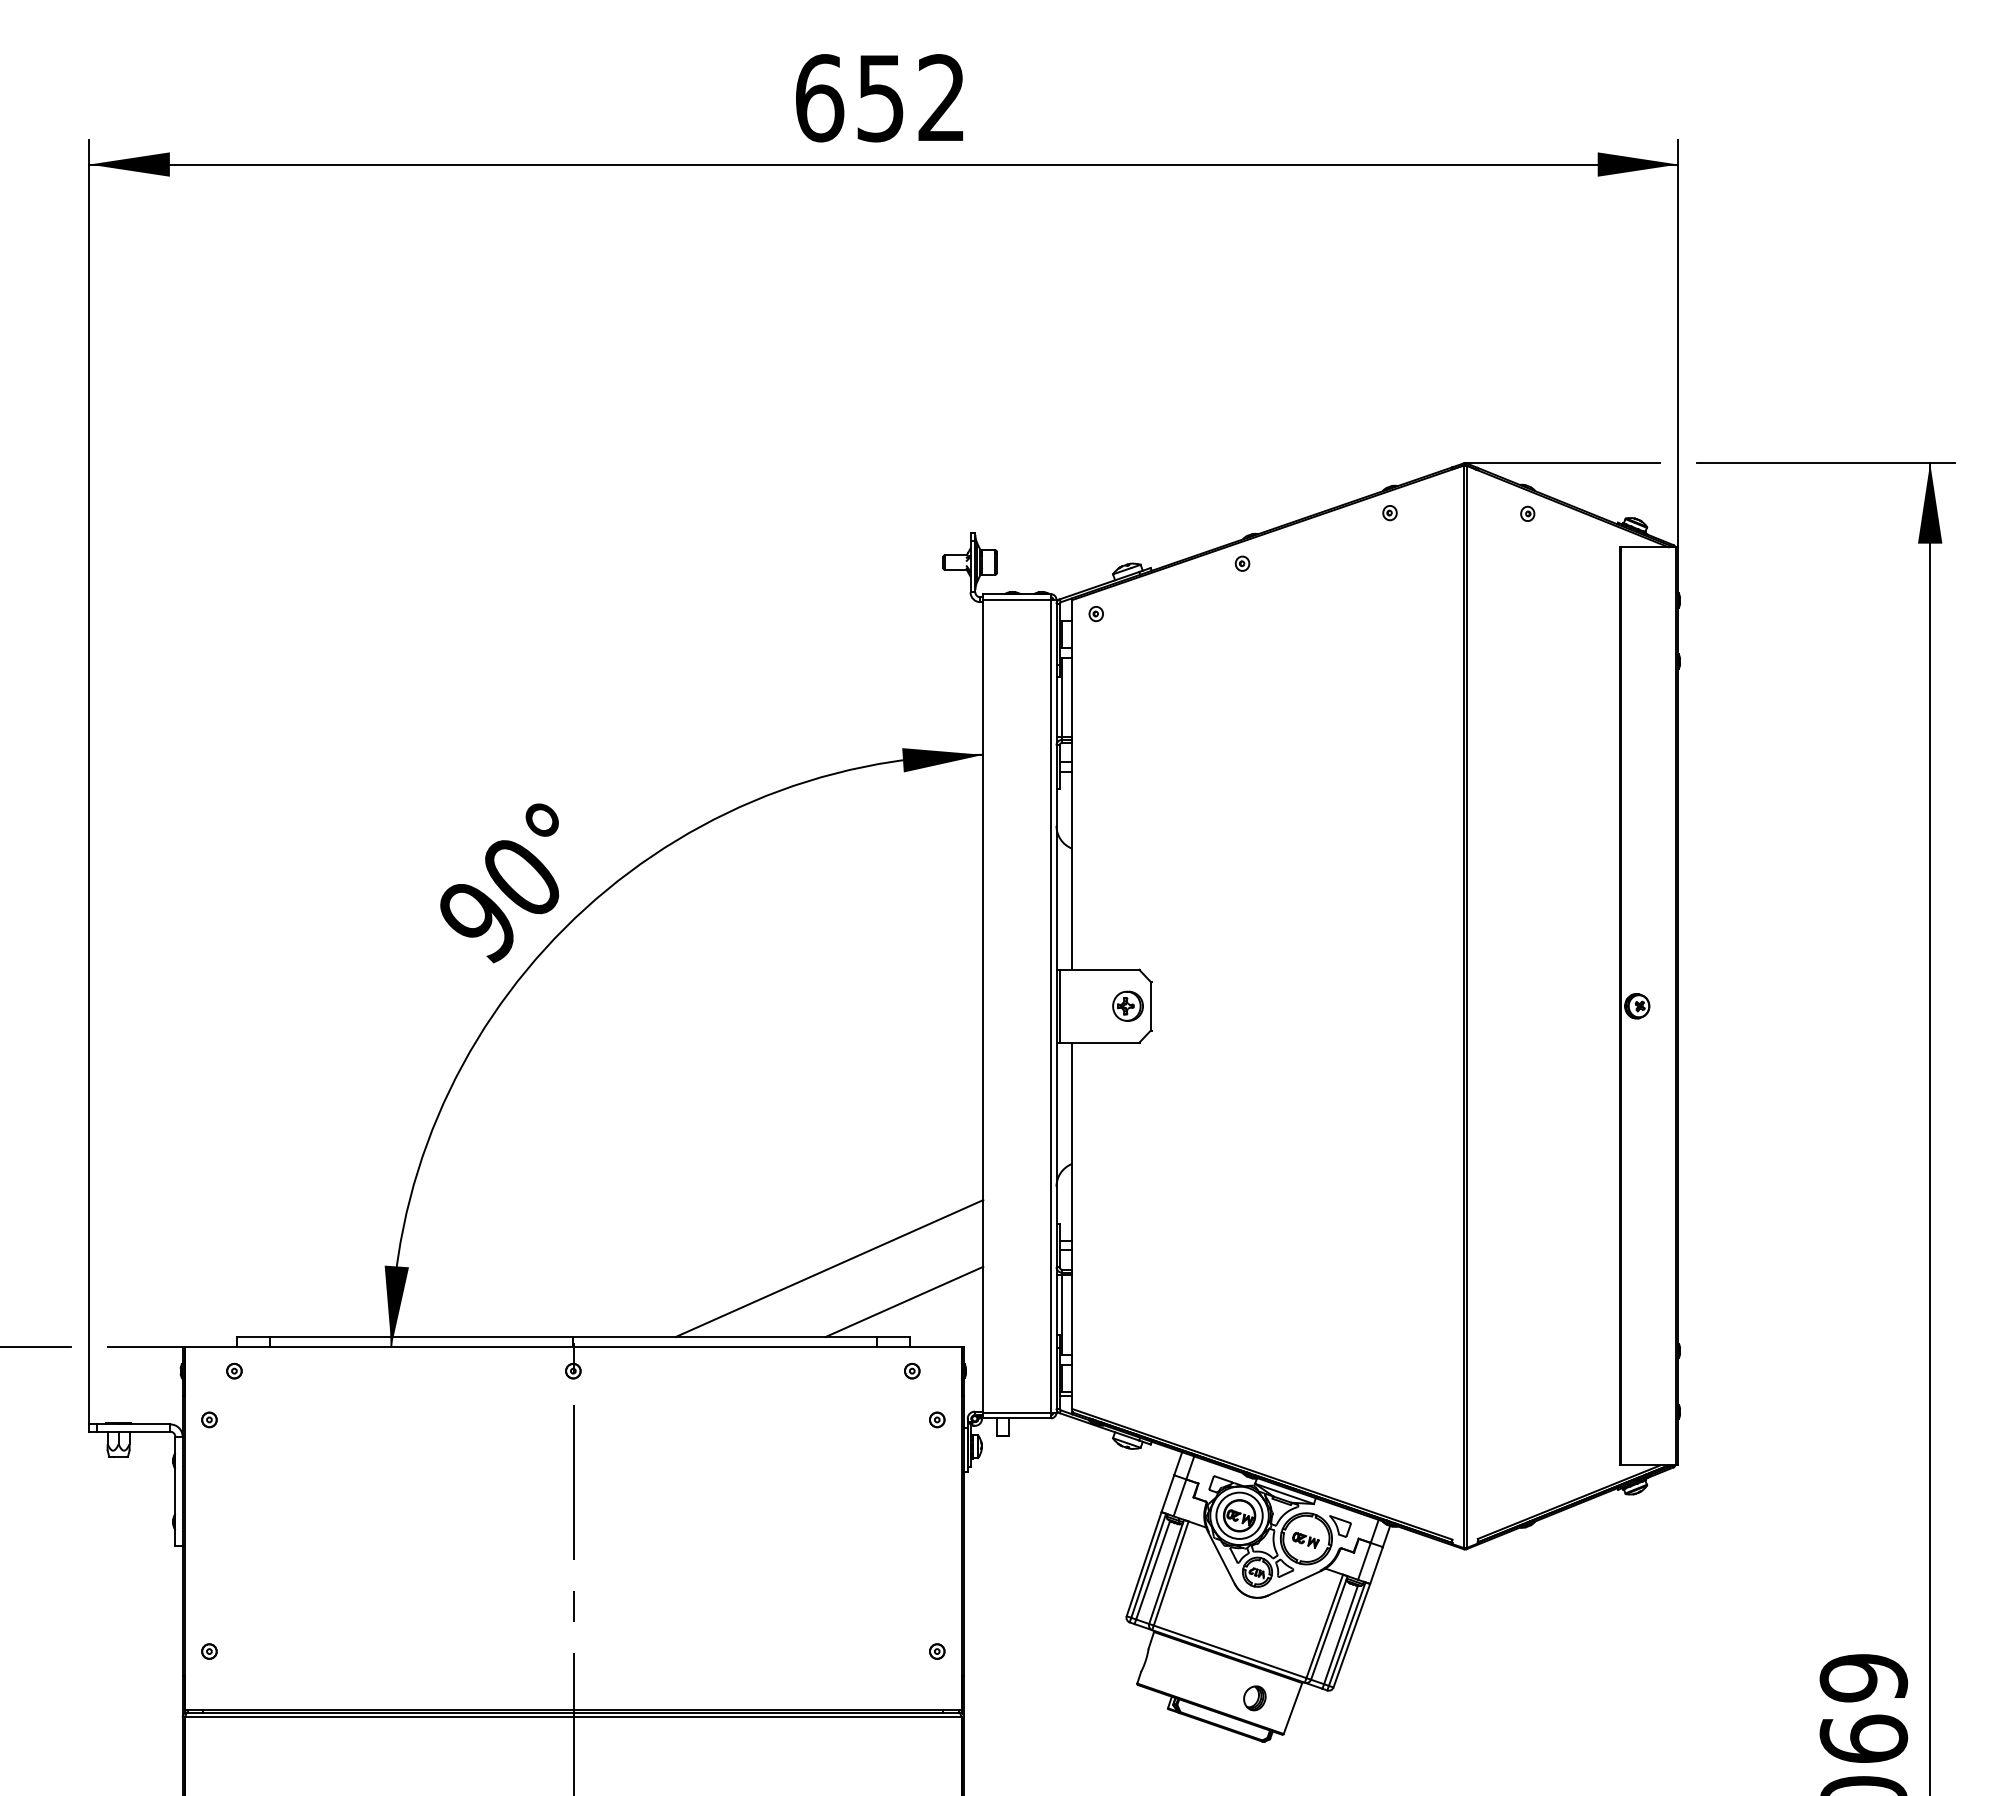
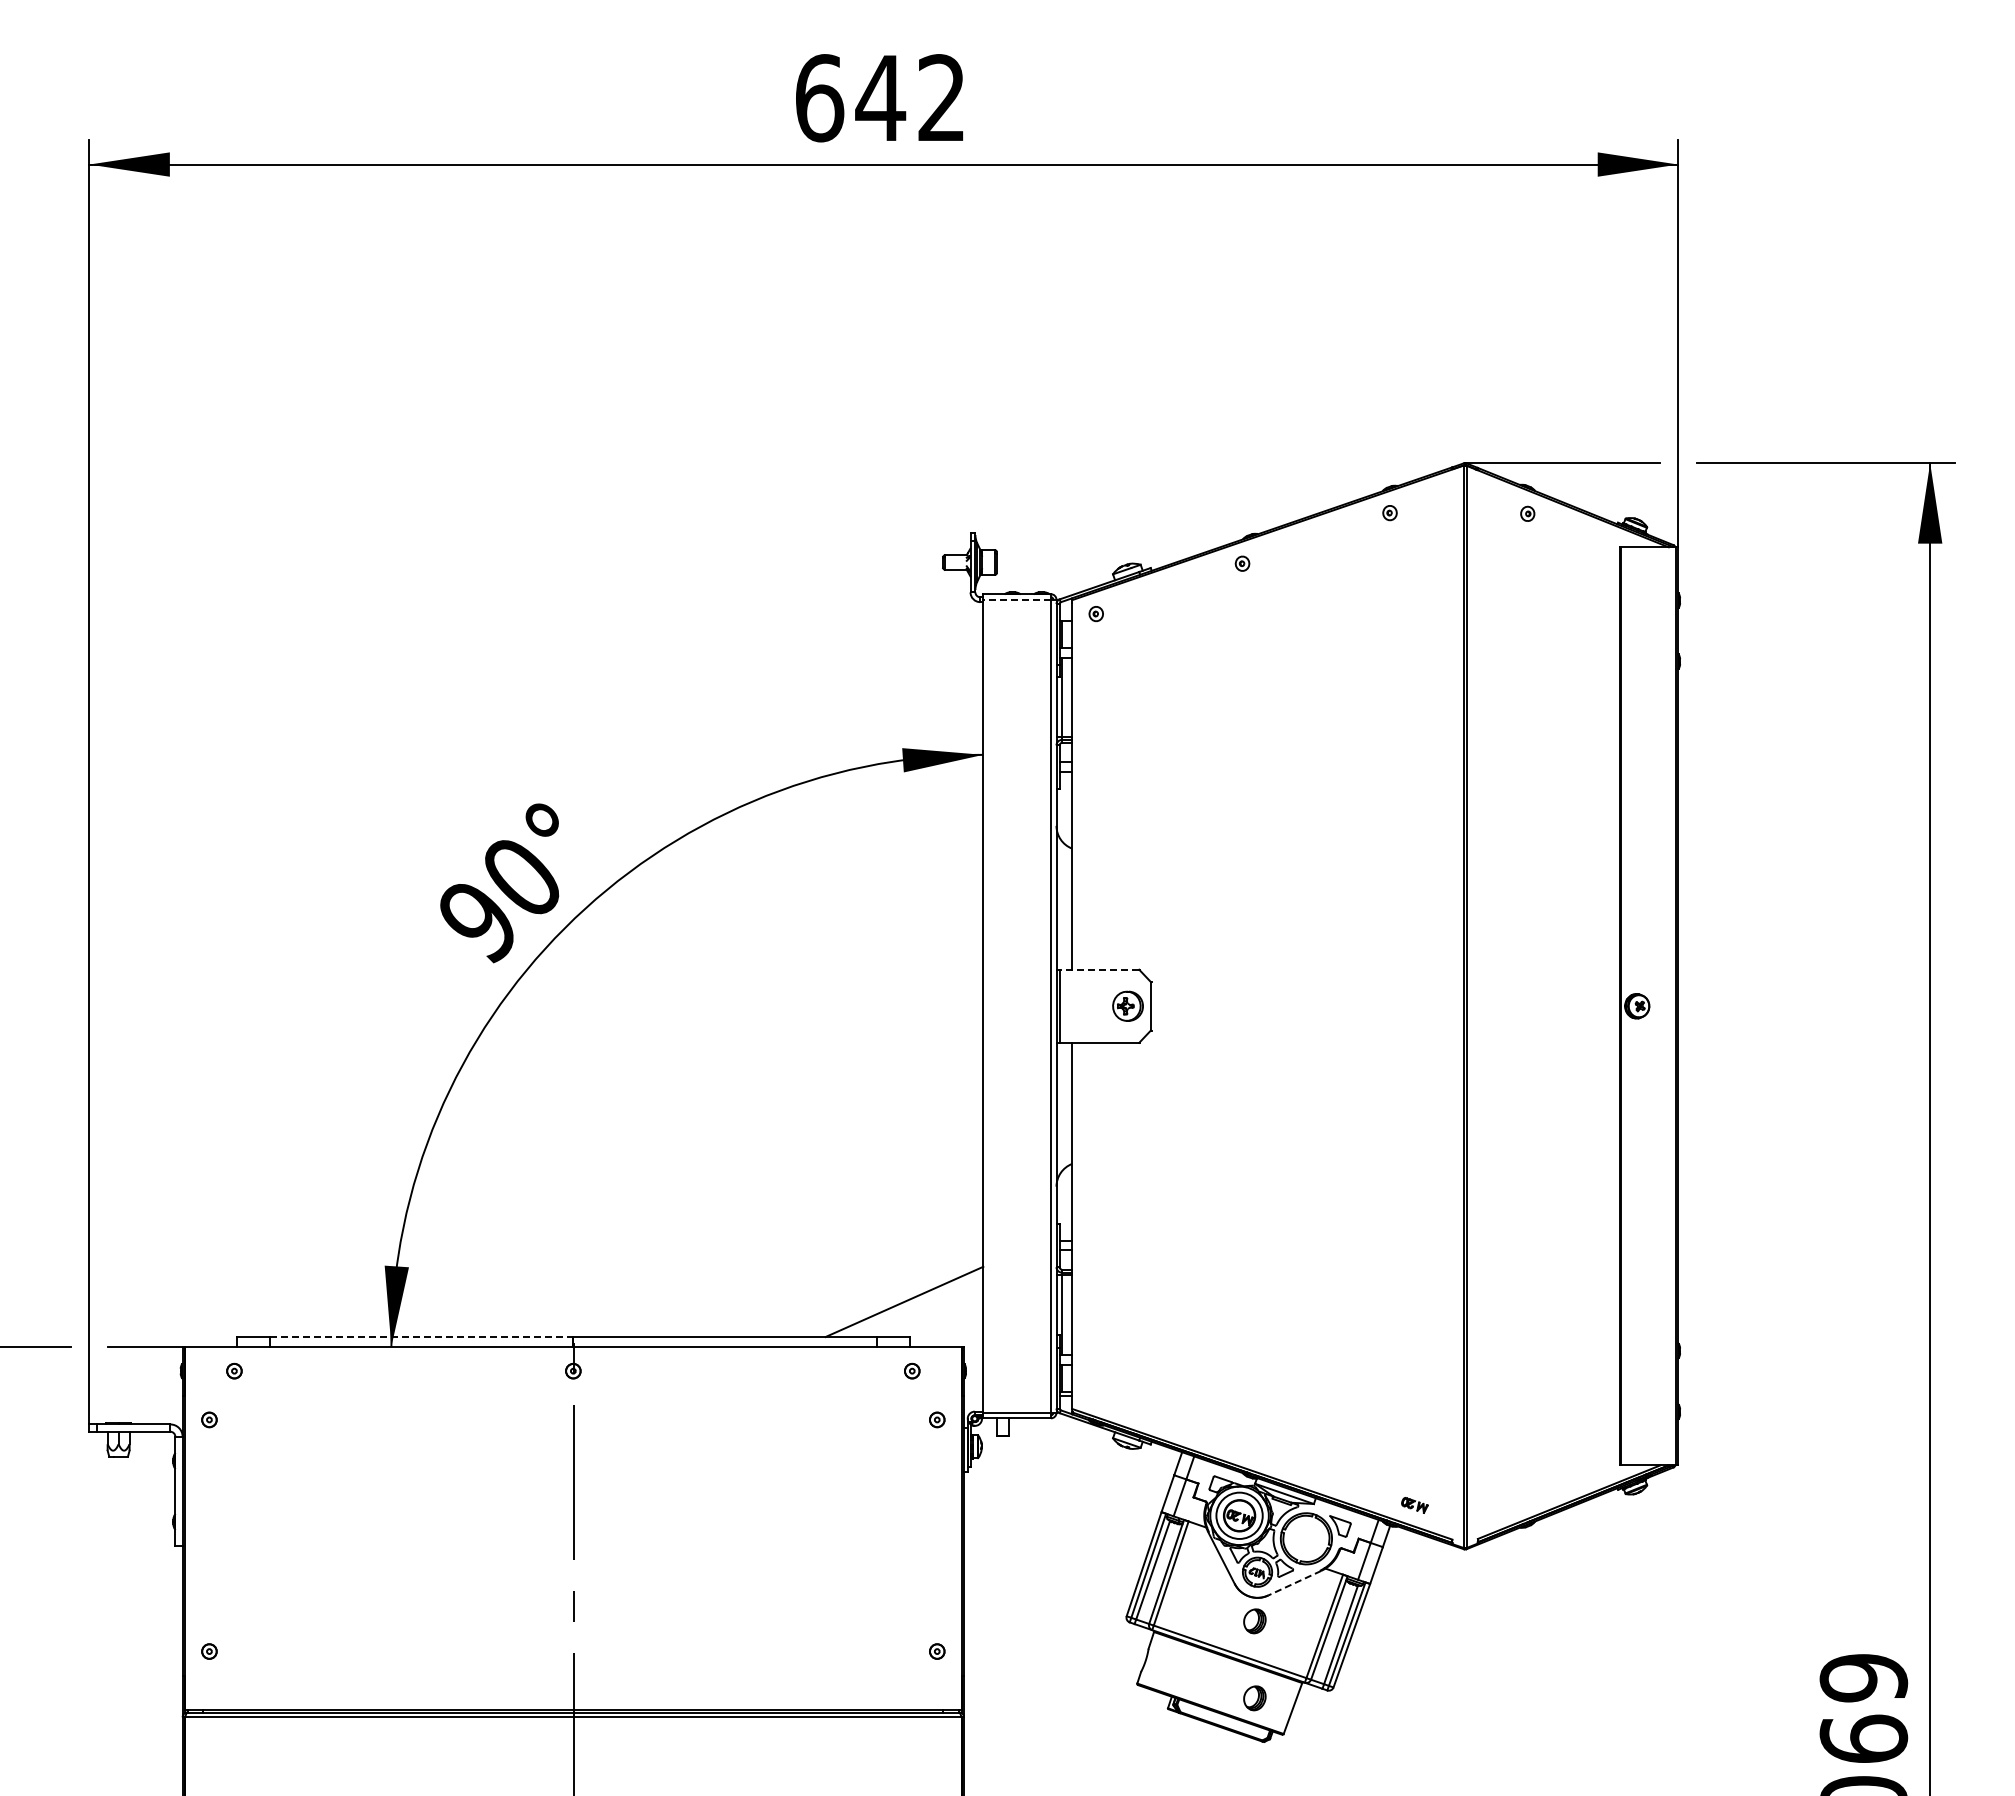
text at (880, 98): 652 -> 642
line at (1017, 599): solid -> dashed
line at (1099, 969): solid -> dashed
line at (829, 1268): present -> none
line at (421, 1337): solid -> dashed
part at (1305, 1540) position: (1305, 1540) -> (1414, 1505)
line at (1294, 1583): solid -> dashed
part at (1254, 1621): none -> present
